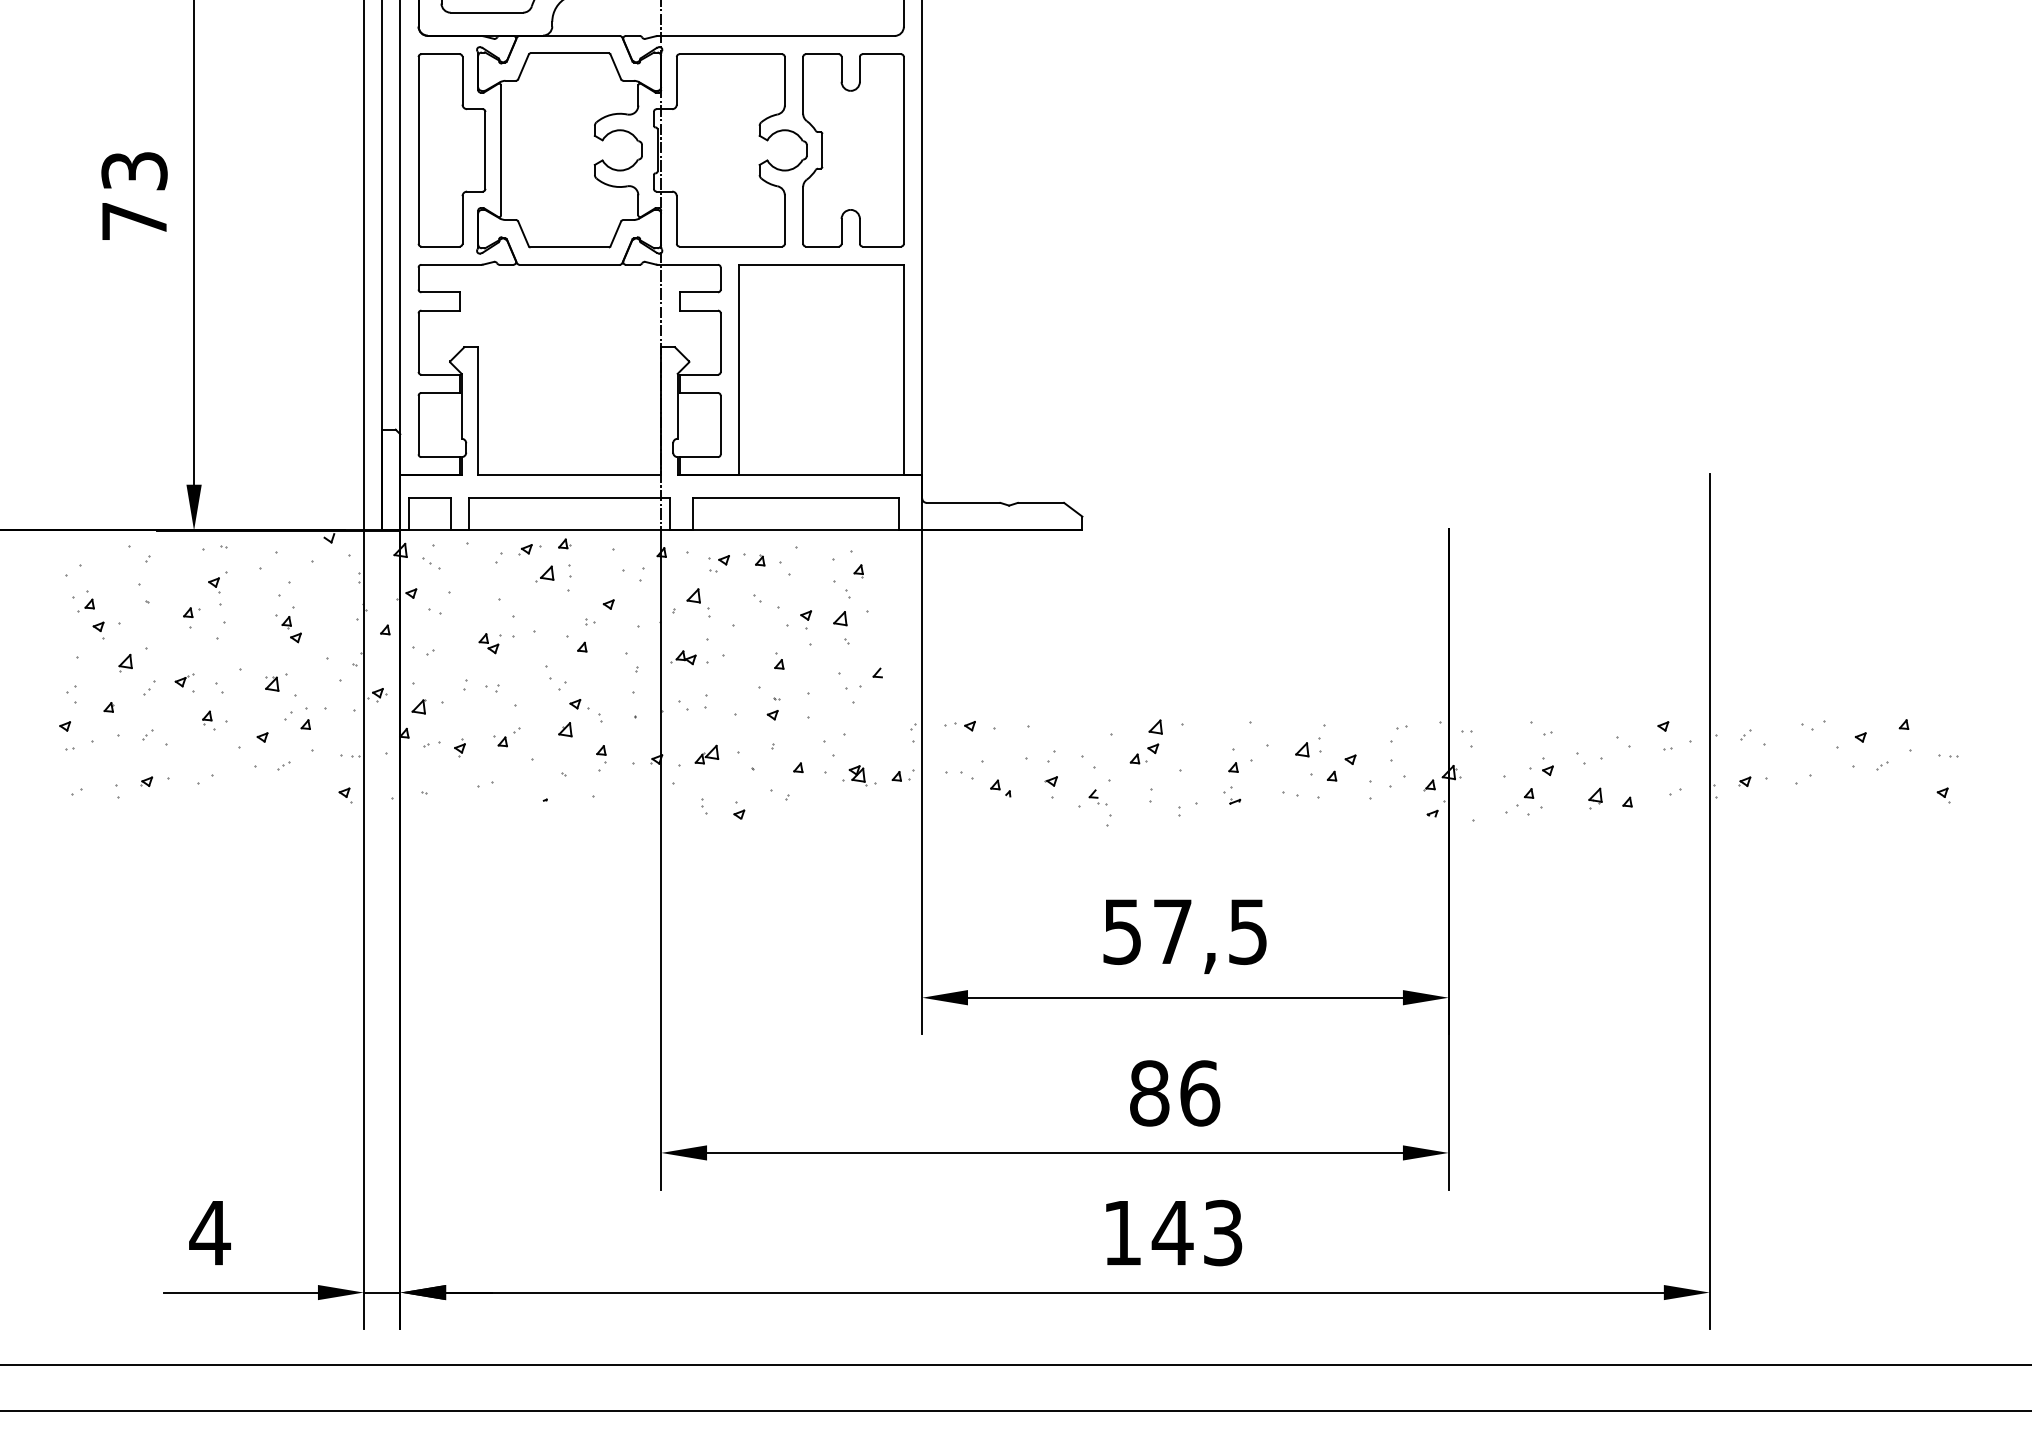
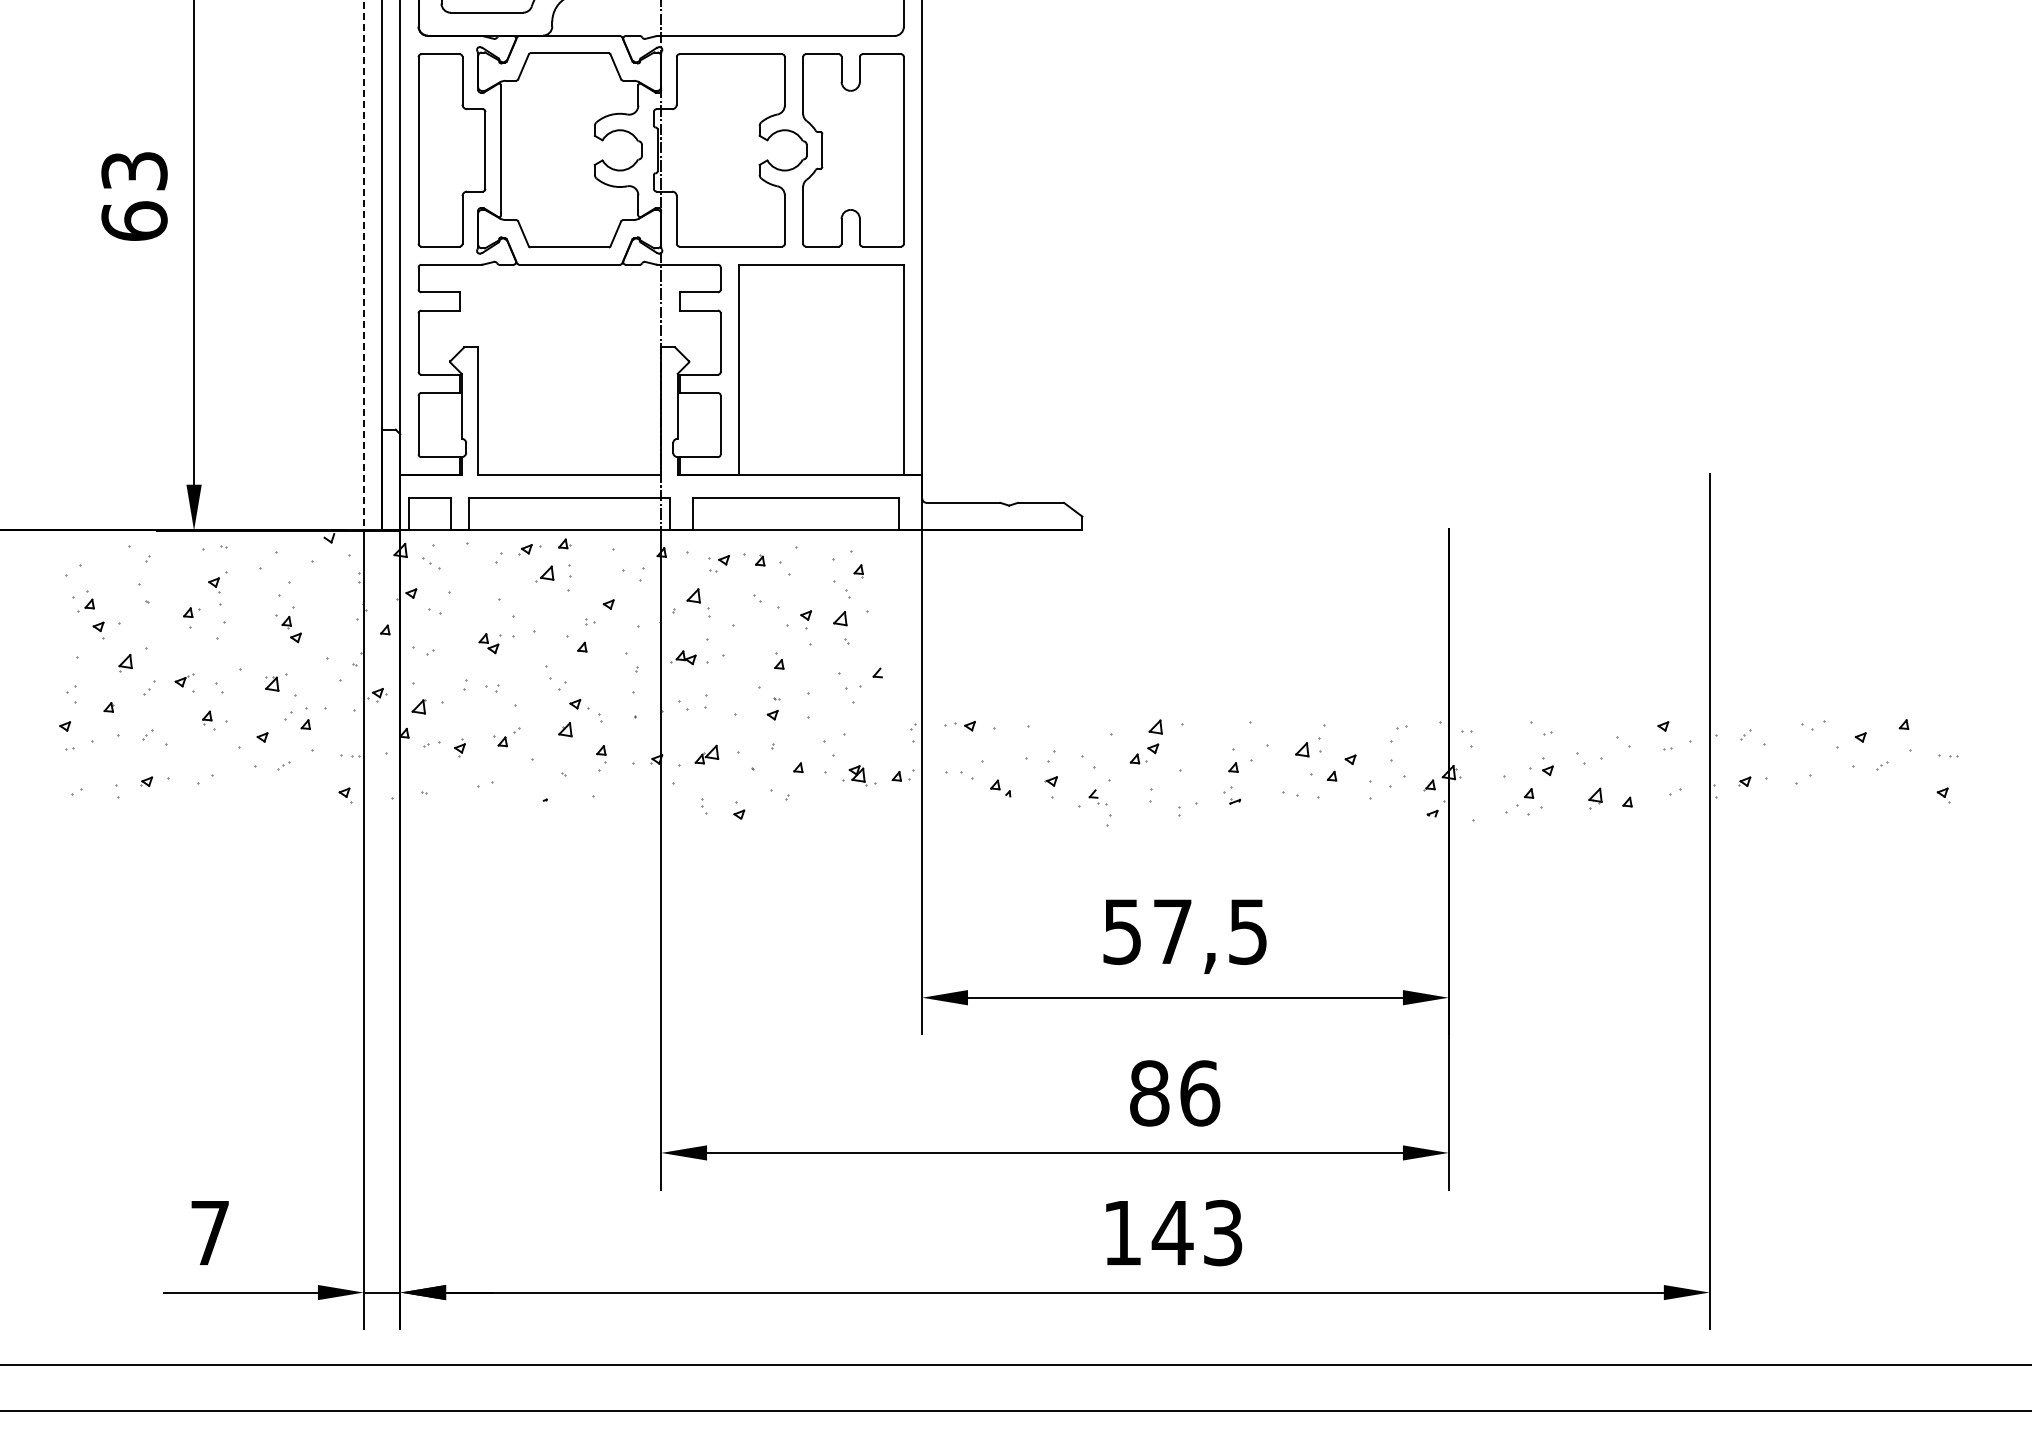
text at (134, 220): 73 -> 63
line at (363, 265): solid -> dashed
text at (209, 1233): 4 -> 7
